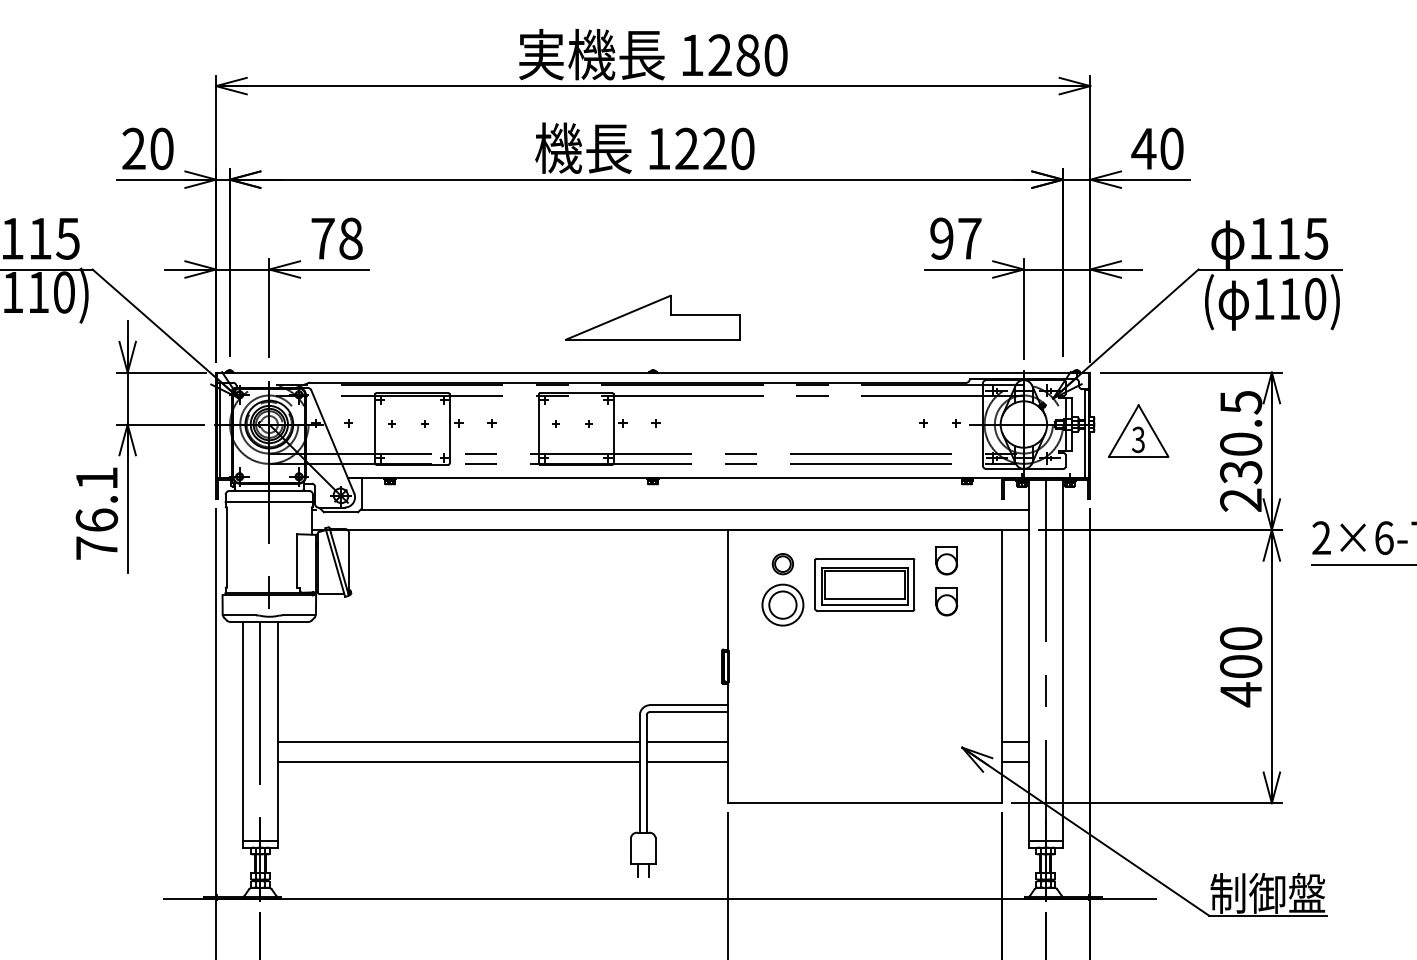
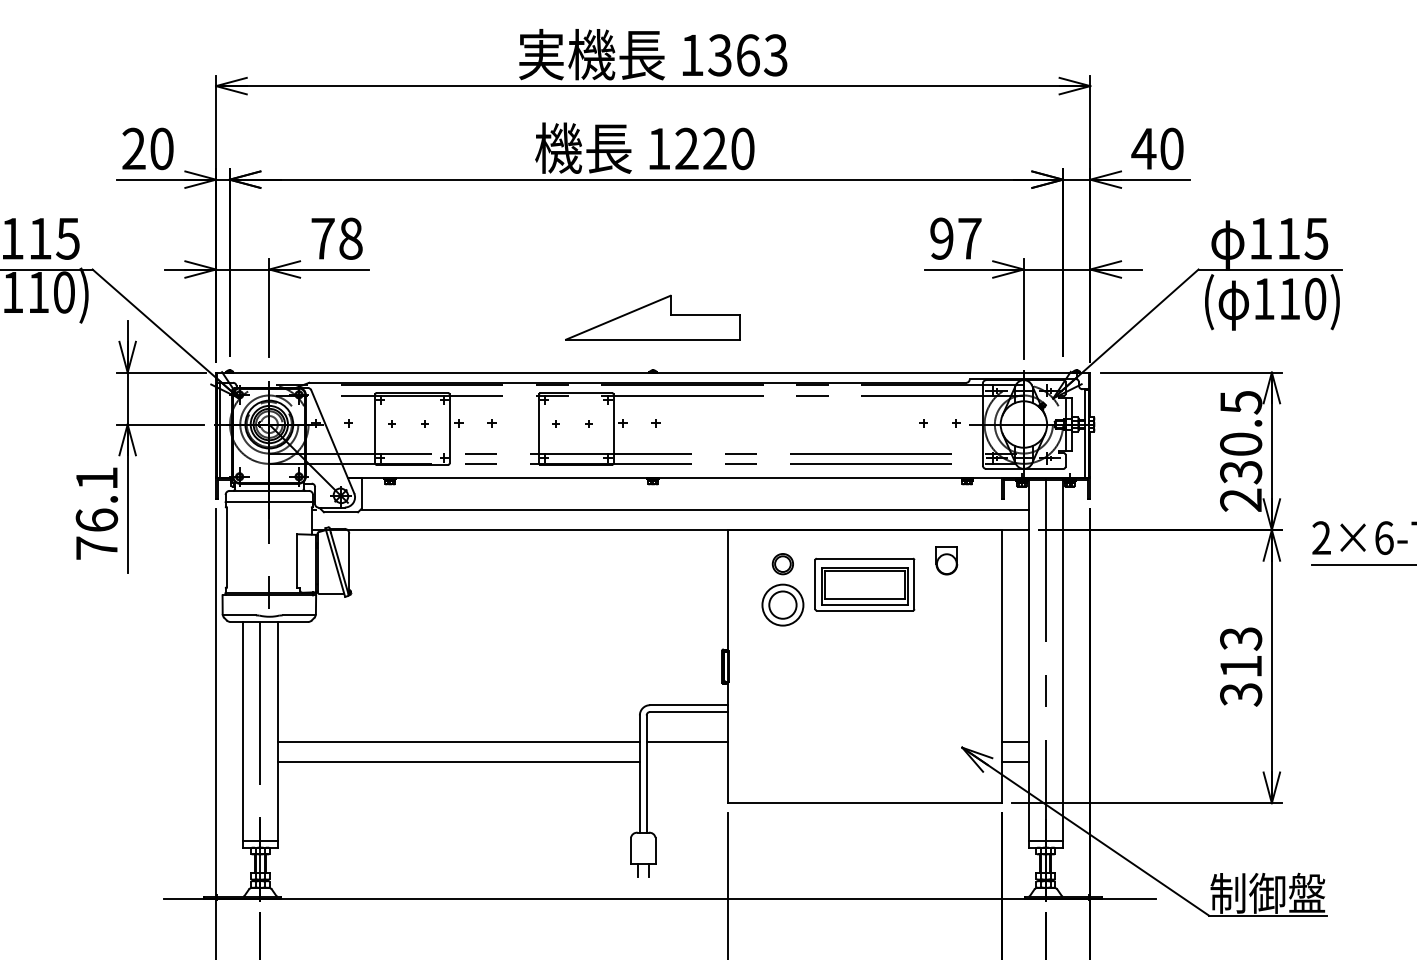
text at (747, 55): 1280 -> 1363
part at (1138, 430): present -> none
part at (946, 601): present -> none
text at (1241, 667): 400 -> 313
line at (687, 762): present -> none
